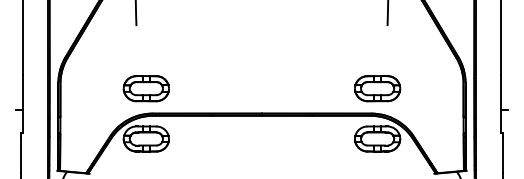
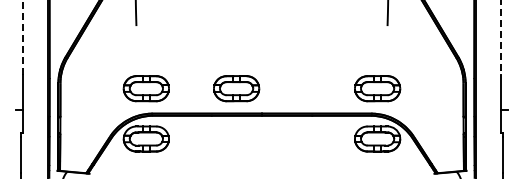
line at (23, 36): solid -> dashed
line at (500, 38): solid -> dashed
part at (236, 88): none -> present
